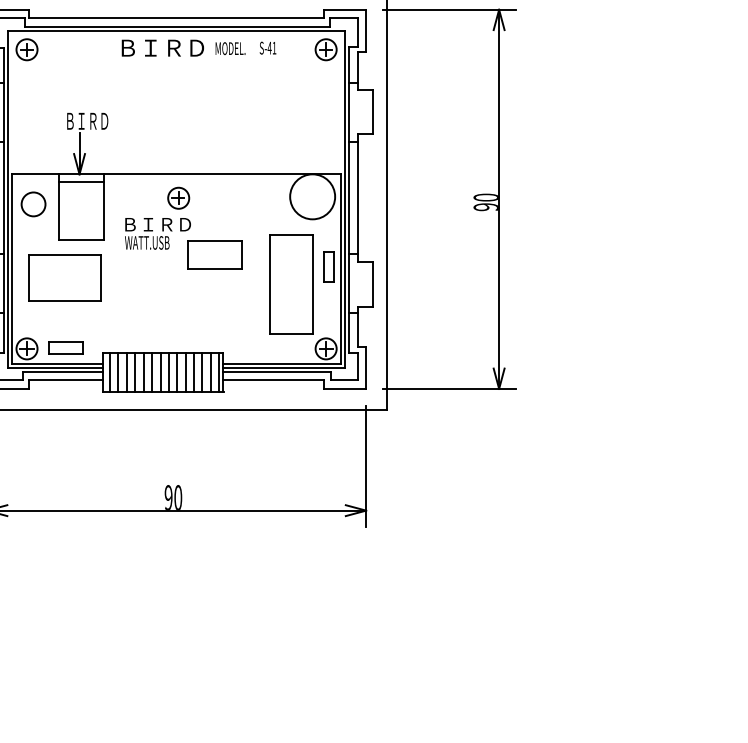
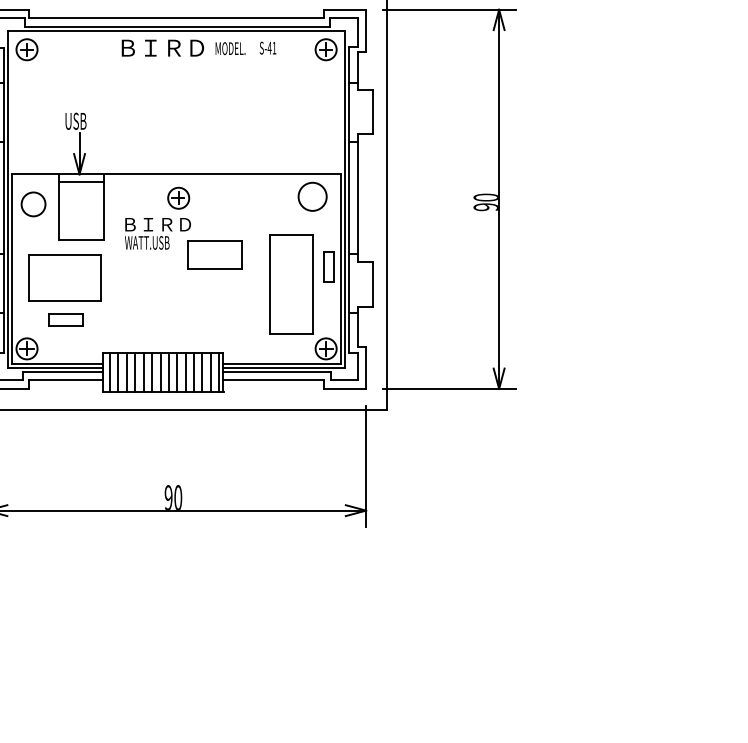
text at (86, 120): ＢＩＲＤ -> USB
circle at (312, 196) diameter: 45 px -> 28 px
part at (65, 347) position: (65, 347) -> (65, 319)
